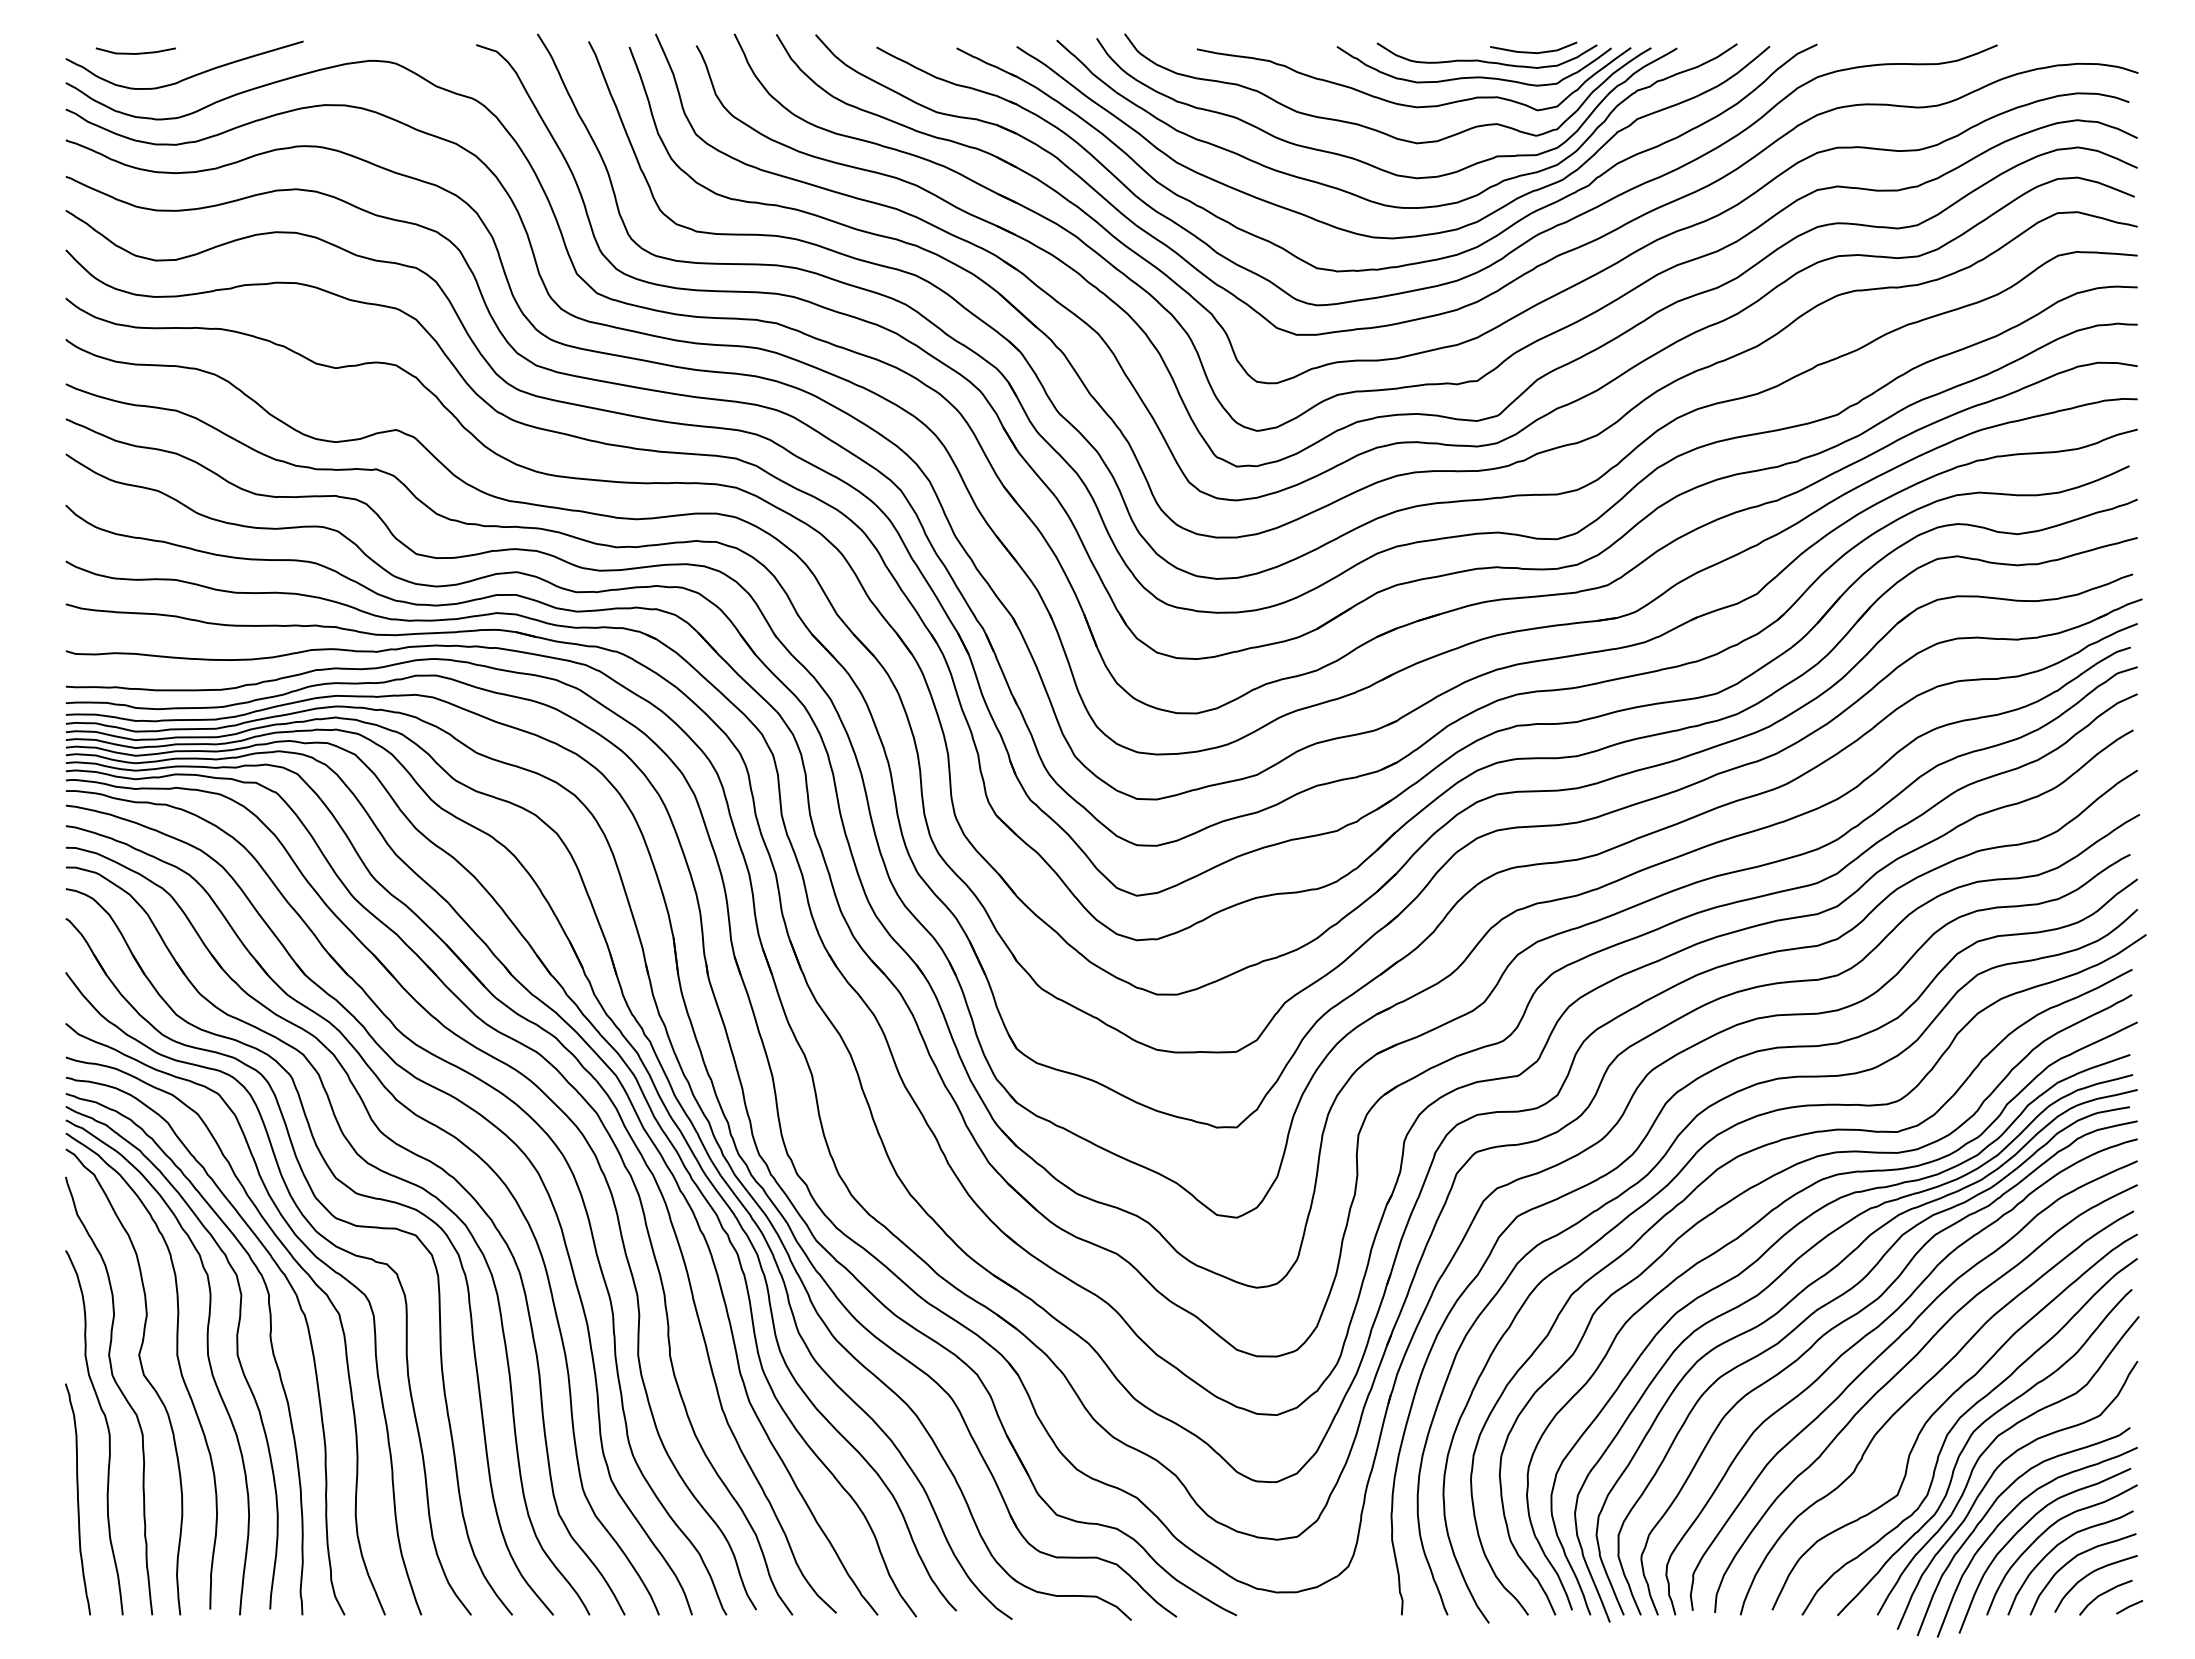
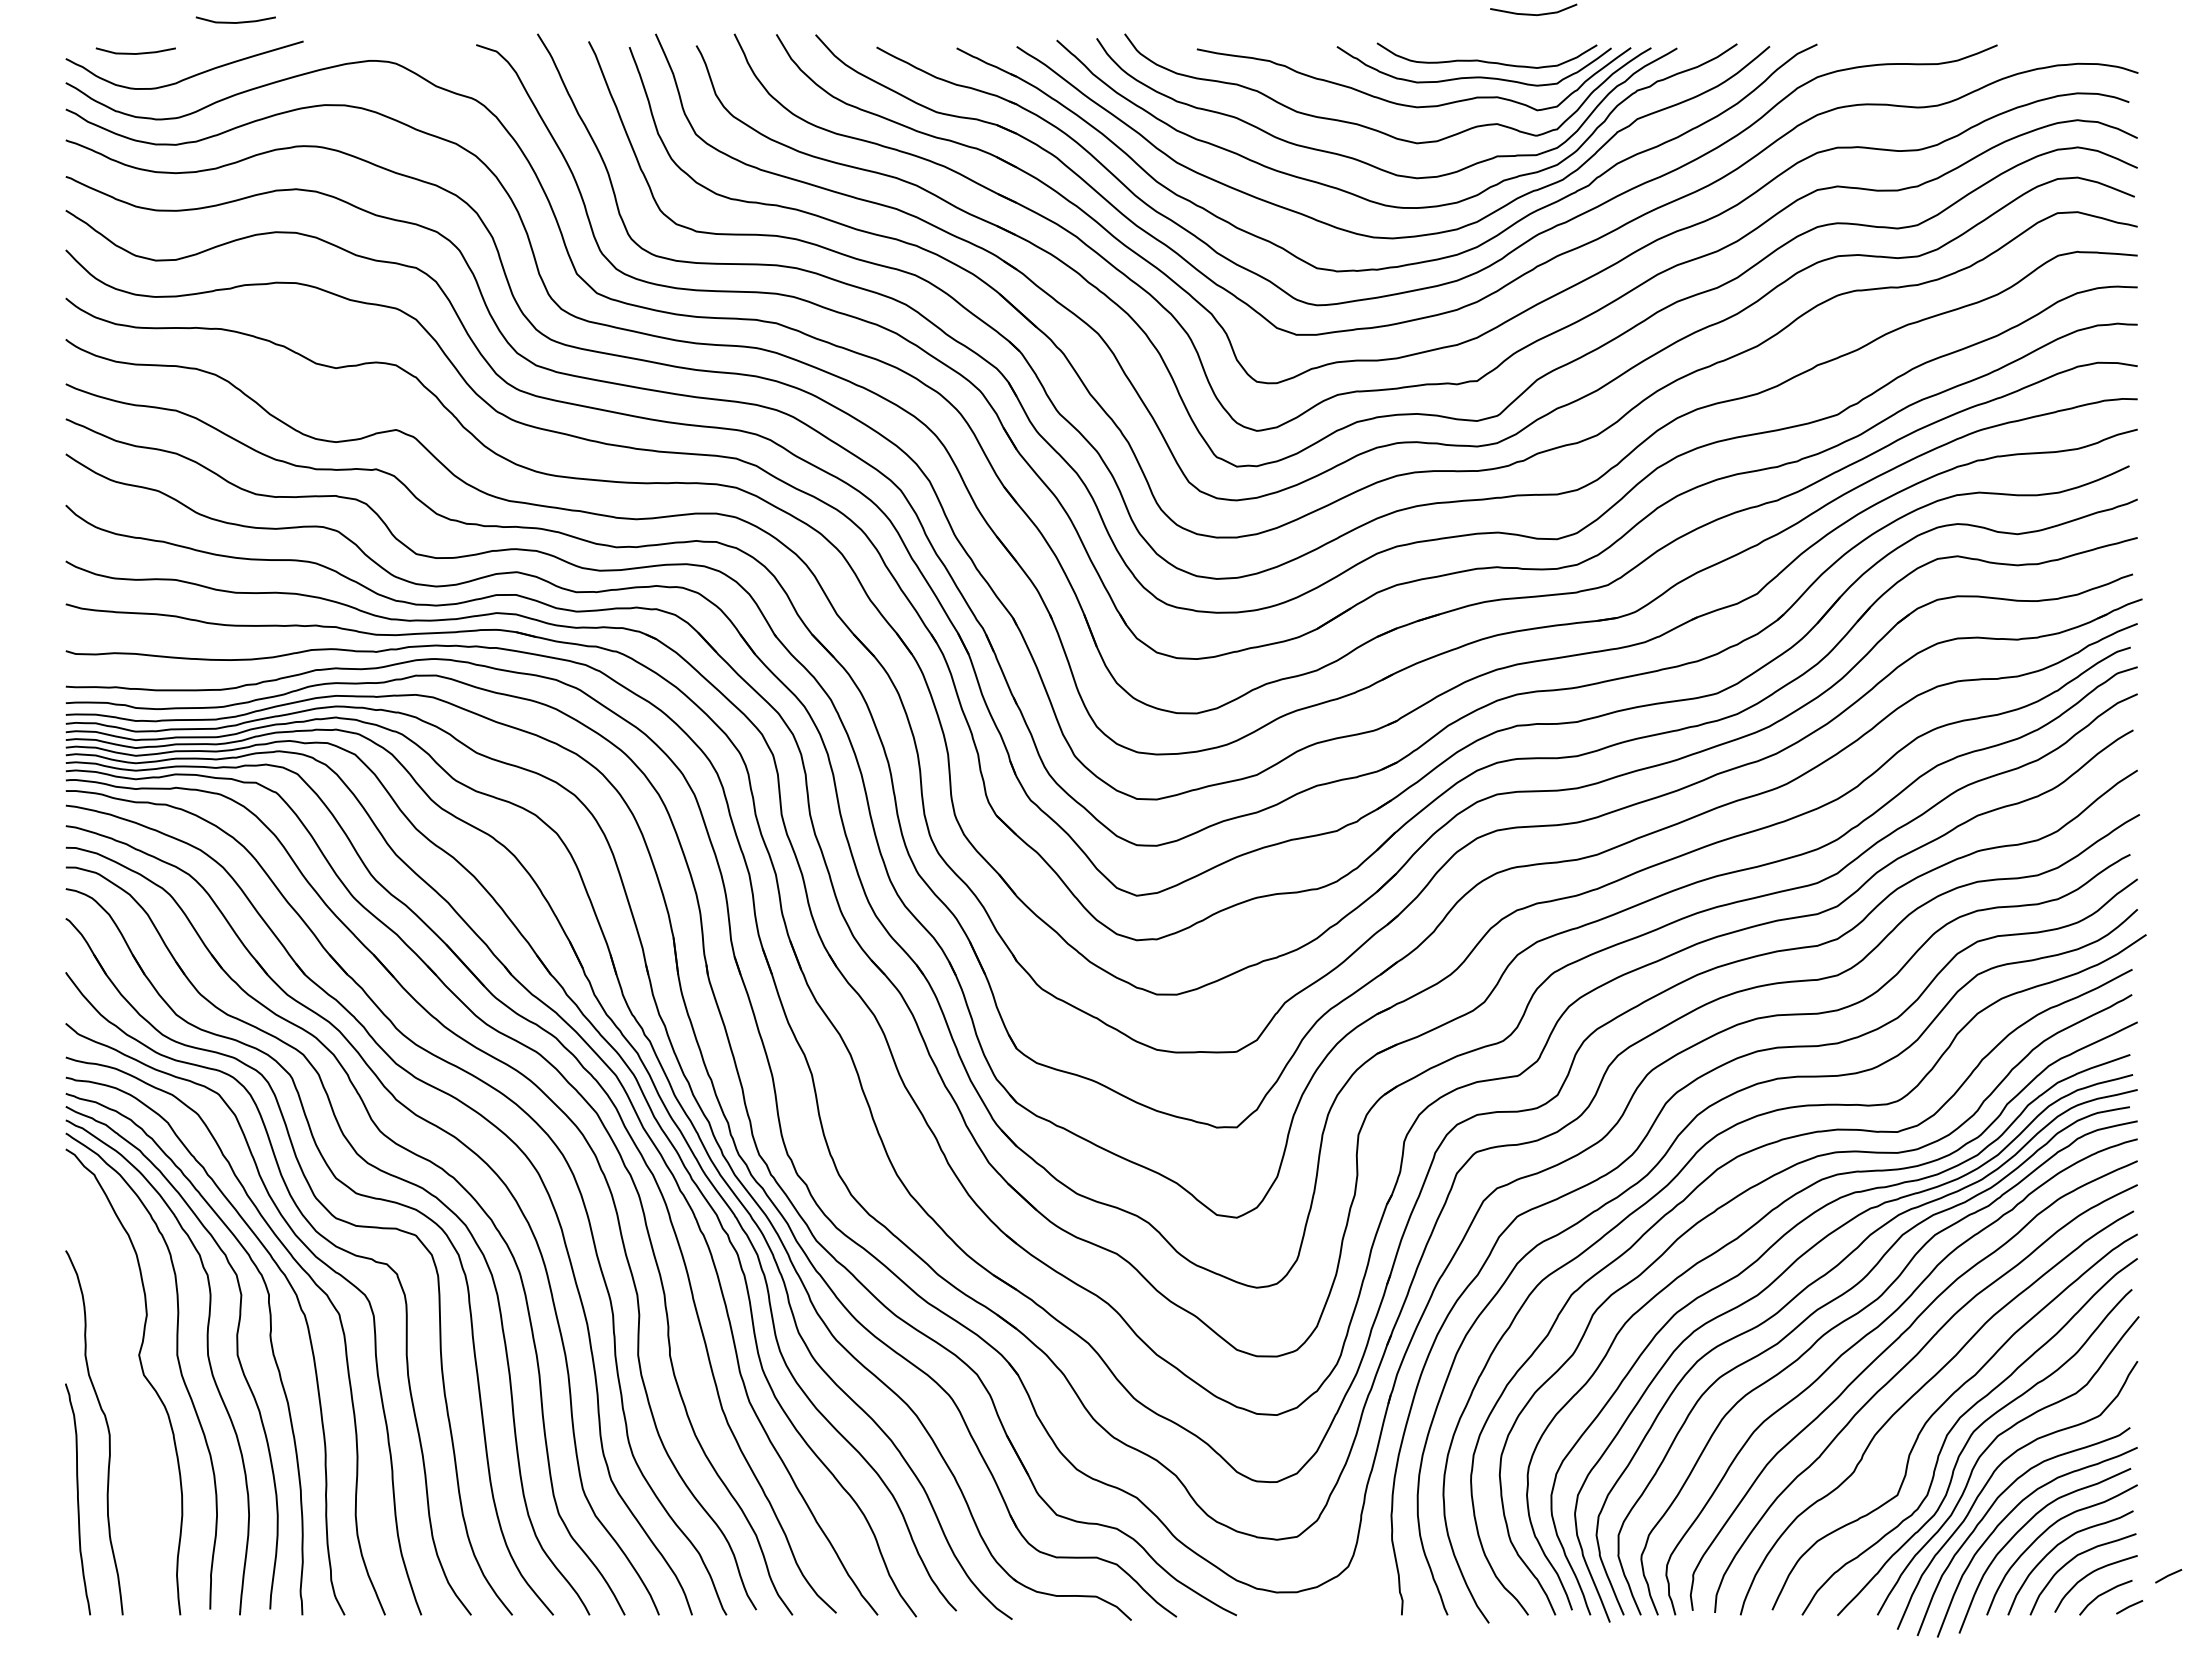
line at (237, 21): none -> present
line at (1531, 51) position: (1531, 51) -> (1531, 13)
curve at (119, 1390): present -> none
line at (2168, 1576): none -> present
